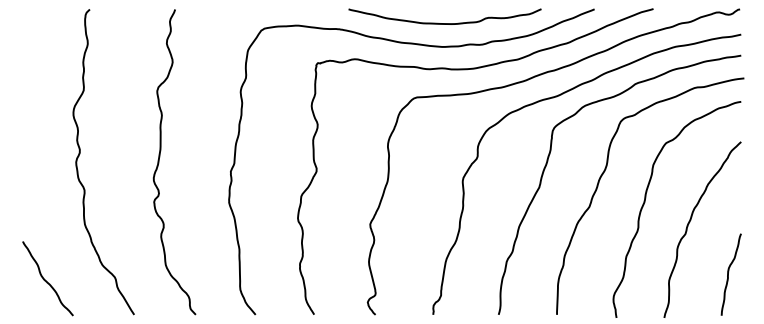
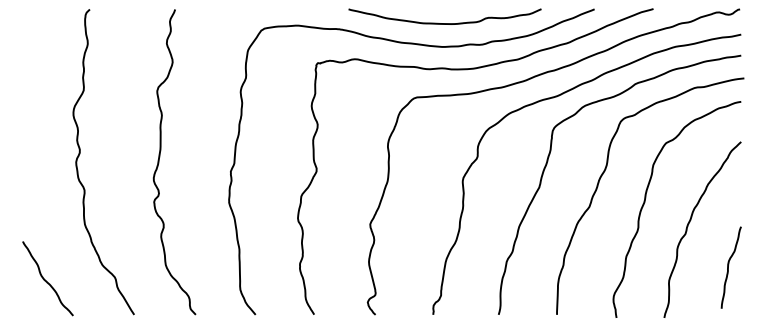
curve at (728, 274) position: (728, 274) -> (728, 267)
